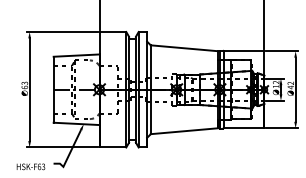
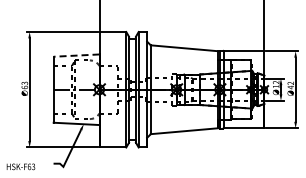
line at (76, 55): solid -> dashed
text at (30, 166) position: (30, 166) -> (20, 166)
